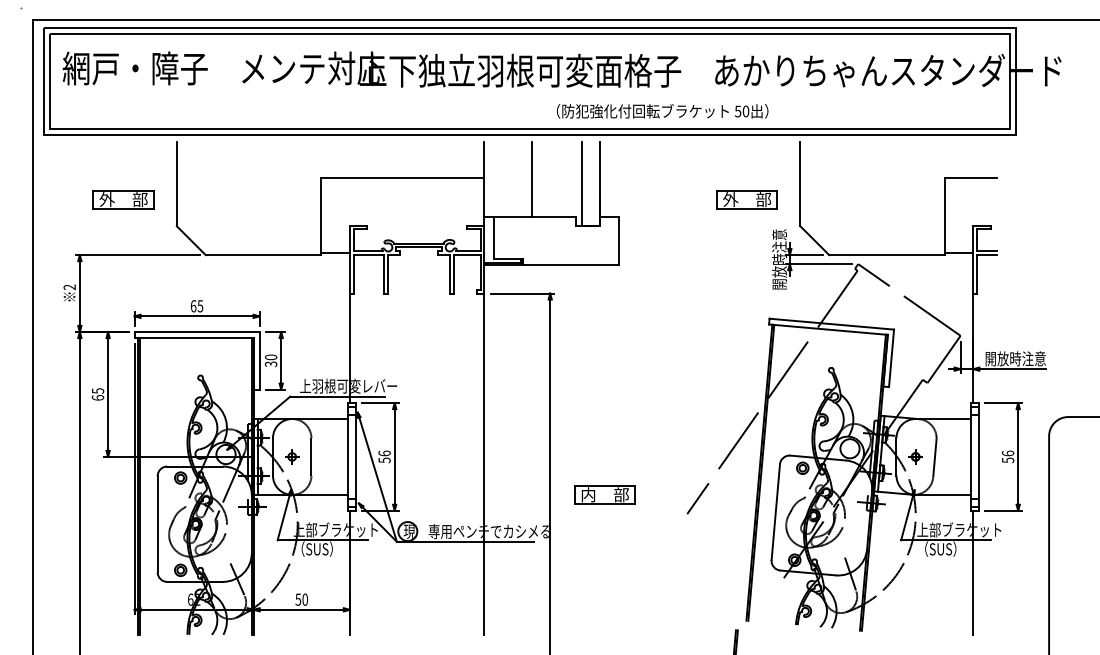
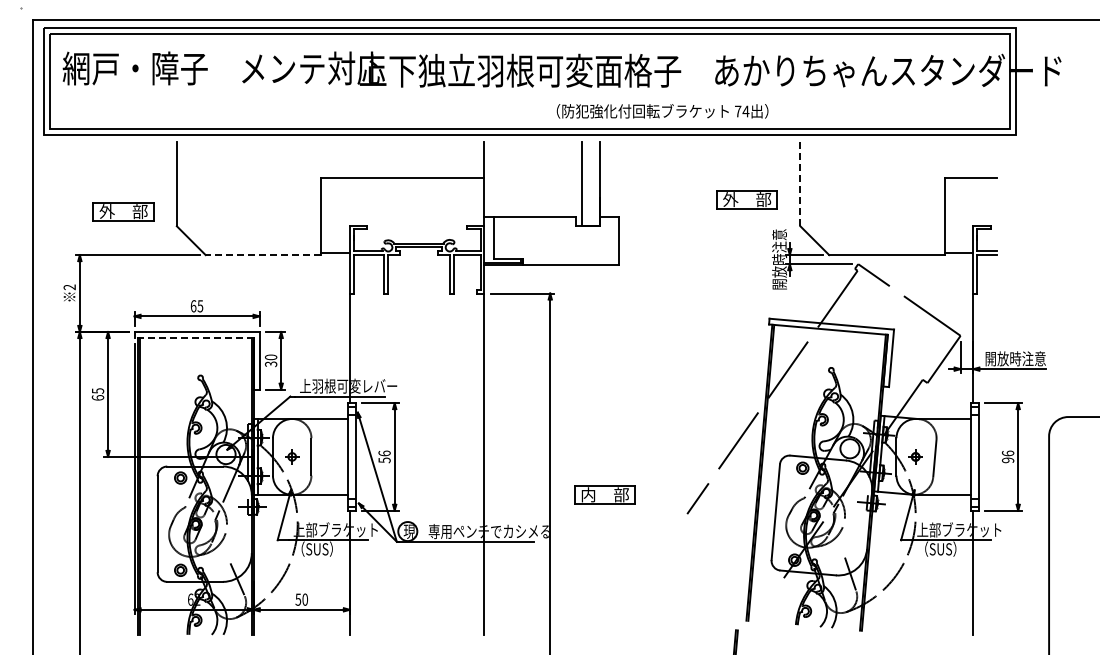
text at (742, 111): 50 -> 74
line at (532, 178): present -> none
line at (800, 183): solid -> dashed
part at (123, 199) position: (123, 199) -> (123, 211)
line at (263, 255): solid -> dashed
line at (194, 337): solid -> dashed
text at (1007, 460): 56 -> 96
